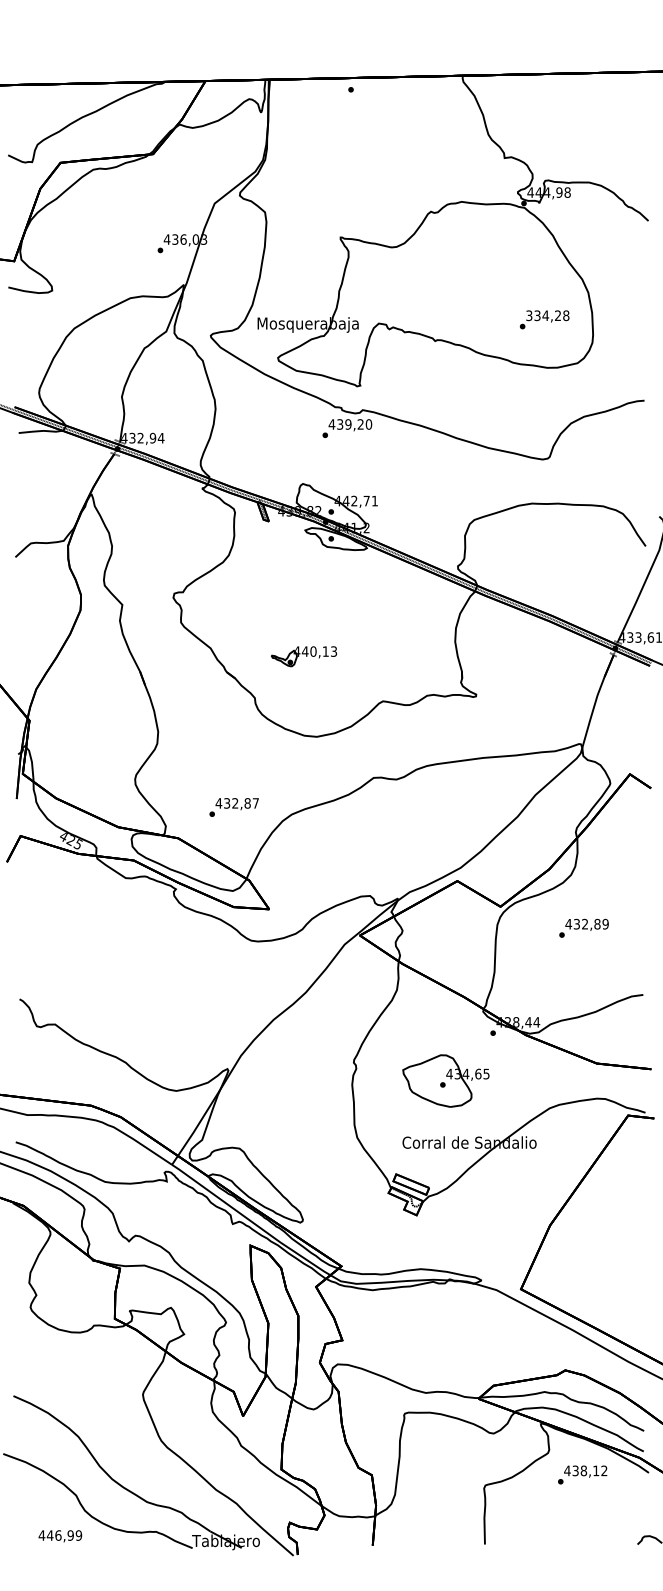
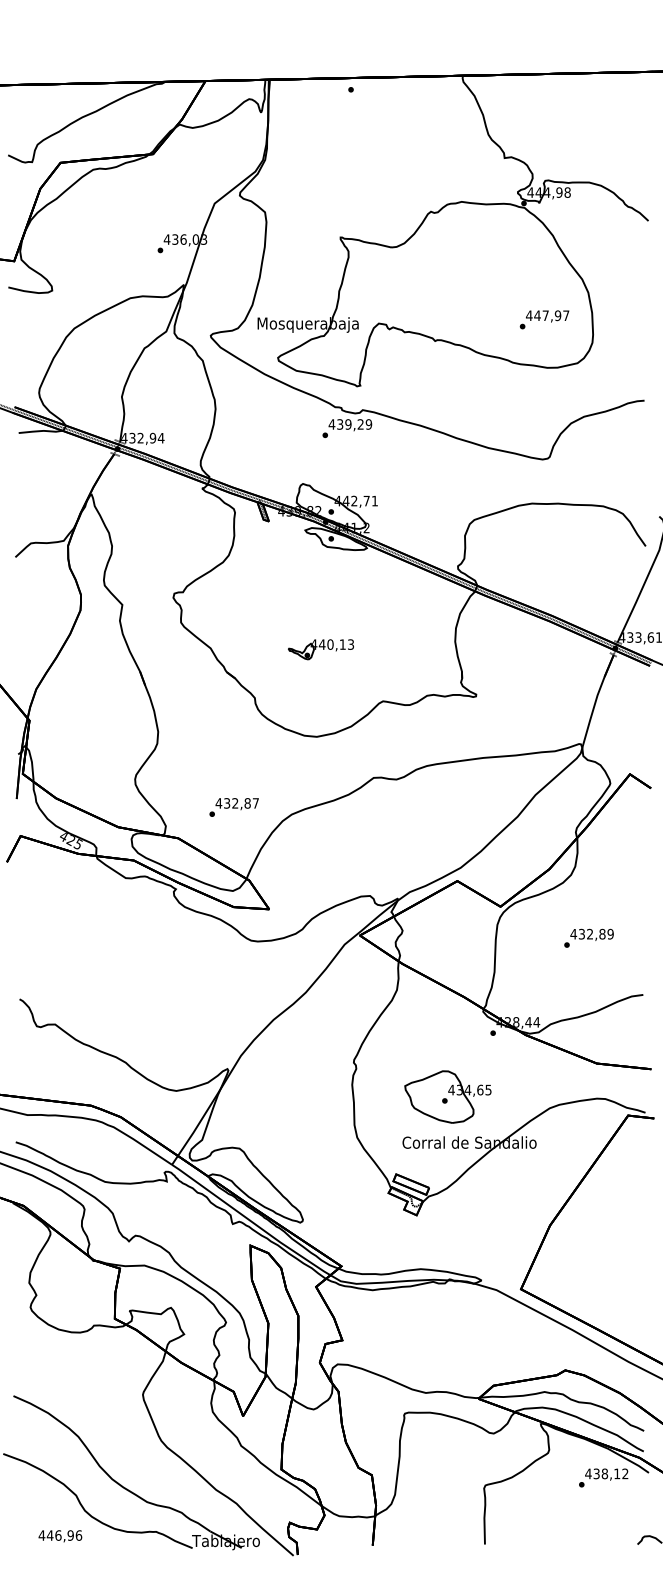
text at (547, 315): 334,28 -> 447,97
text at (368, 424): 439,20 -> 439,29
part at (303, 656) position: (303, 656) -> (320, 649)
text at (583, 927) position: (583, 927) -> (588, 937)
part at (445, 1080) position: (445, 1080) -> (447, 1096)
text at (582, 1474) position: (582, 1474) -> (603, 1477)
text at (78, 1535): 446,99 -> 446,96
